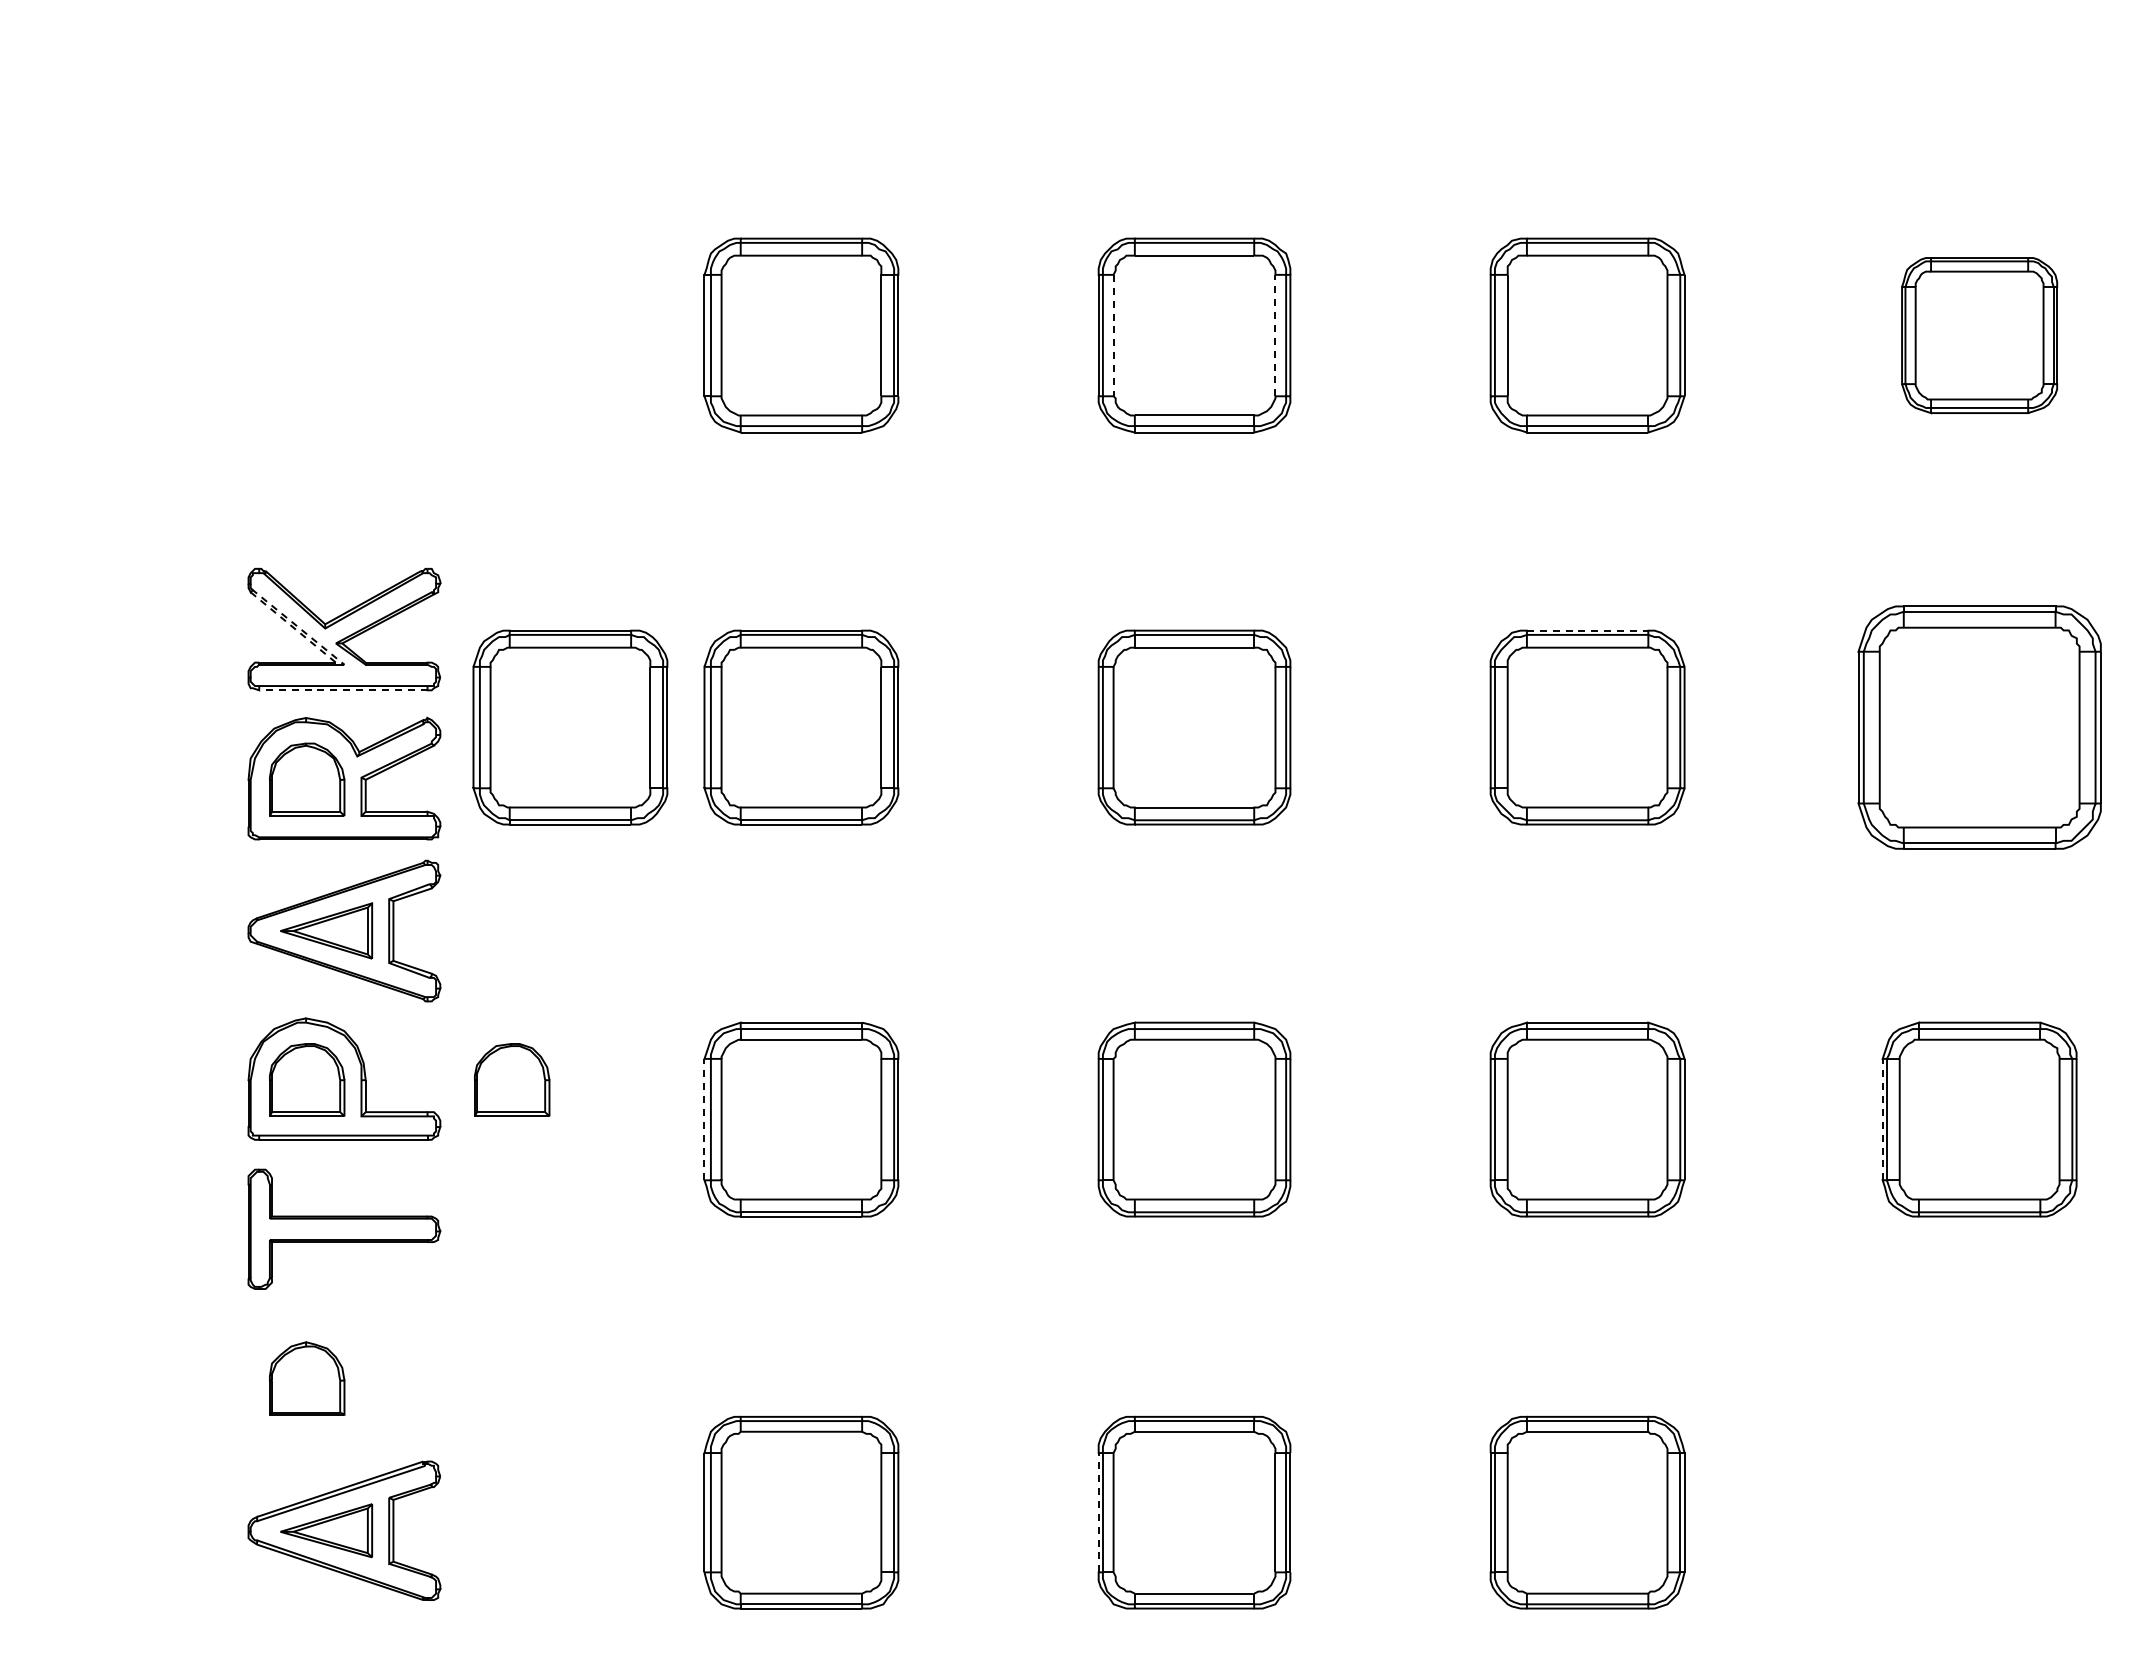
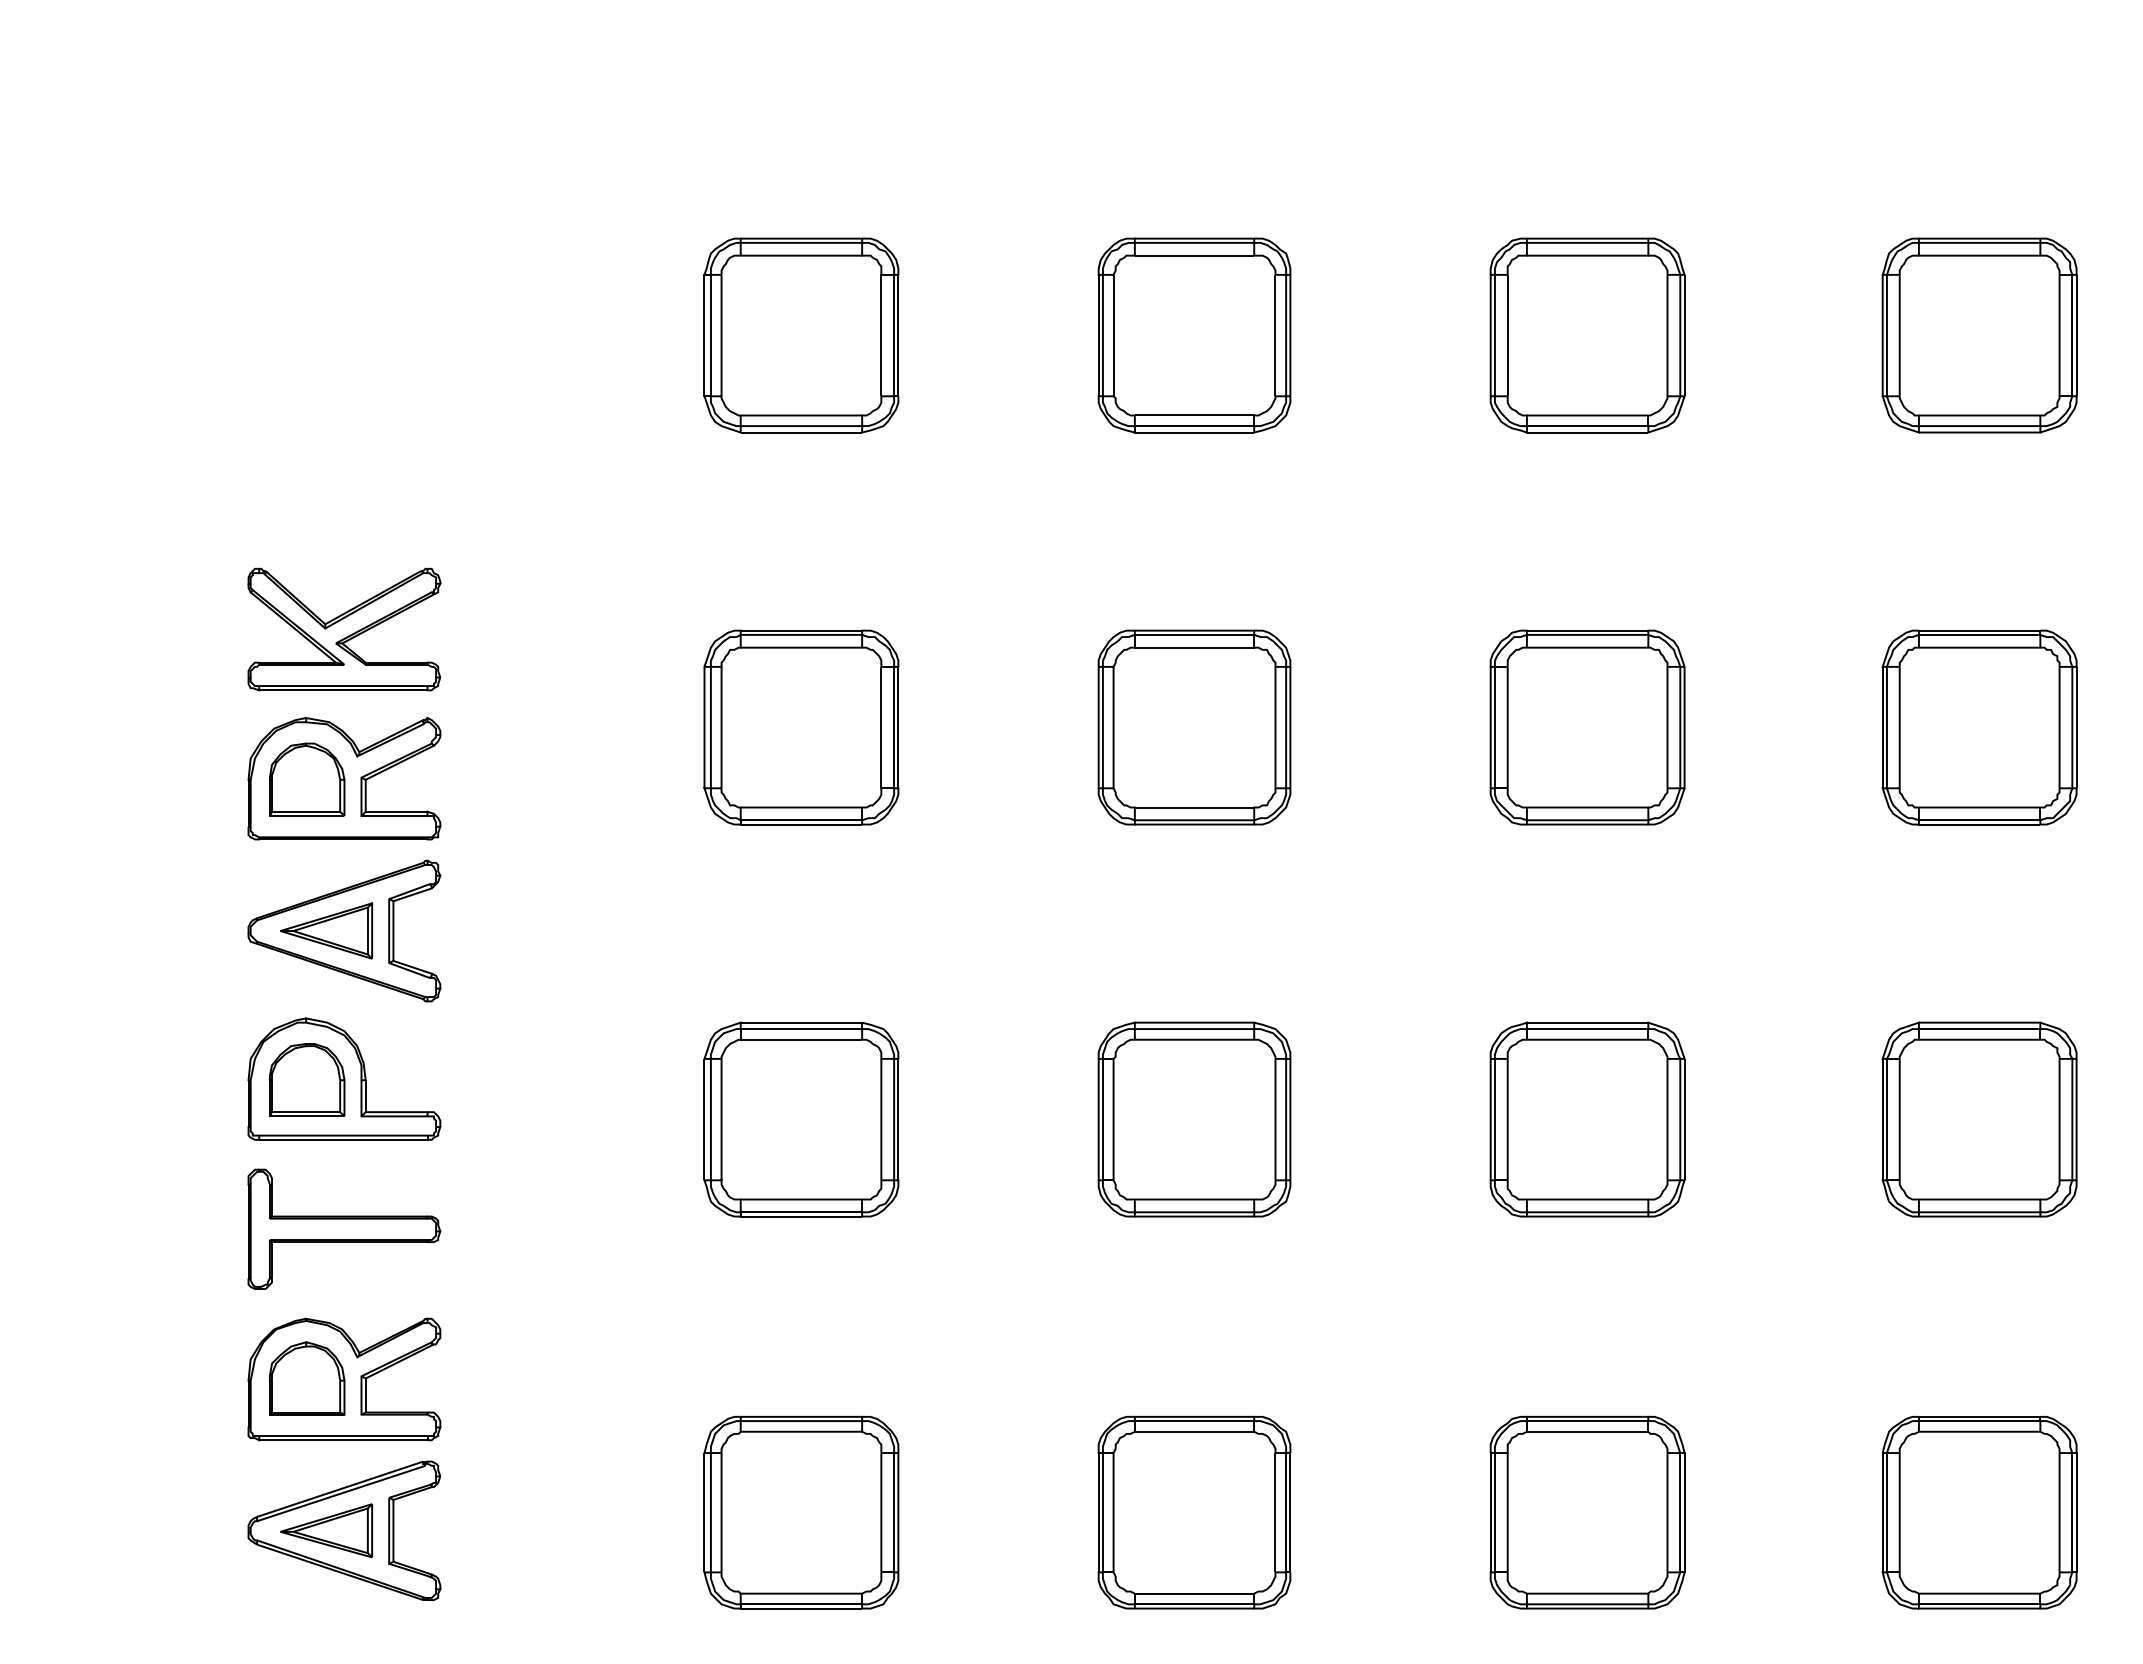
line at (1113, 335): dashed -> solid
line at (1275, 335): dashed -> solid
part at (1979, 335) size: 158x158 px -> 197x197 px
line at (1587, 630): dashed -> solid
line at (344, 664): dashed -> solid
line at (342, 690): dashed -> solid
part at (570, 727): present -> none
part at (1979, 727) size: 245x245 px -> 197x197 px
part at (512, 1079): present -> none
line at (704, 1119): dashed -> solid
line at (1882, 1119): dashed -> solid
part at (344, 1379): none -> present
line at (1098, 1512): dashed -> solid
part at (1979, 1512): none -> present
